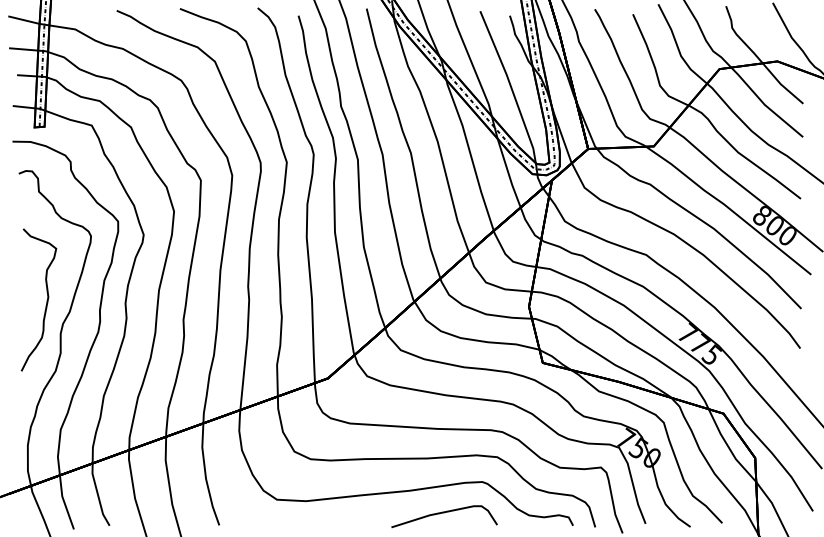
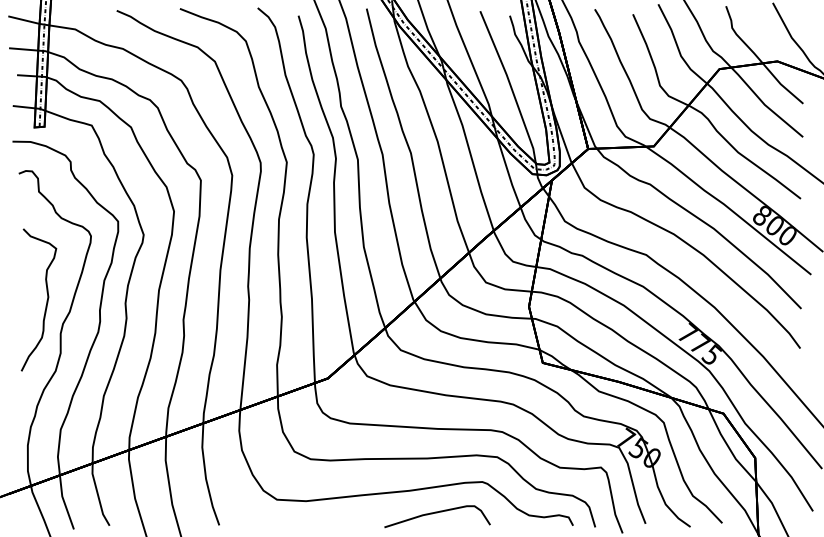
curve at (444, 513) position: (444, 513) -> (437, 513)
